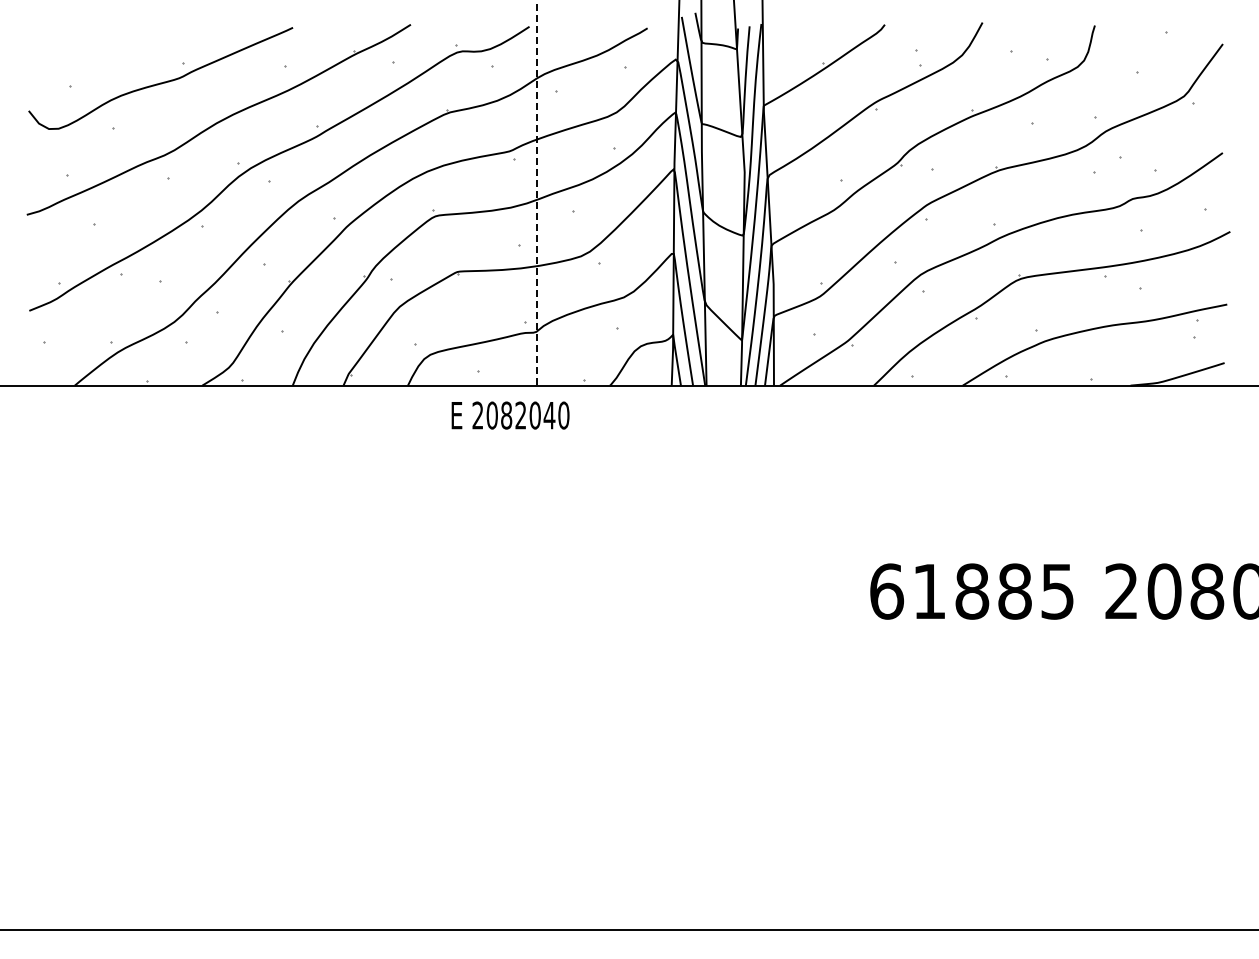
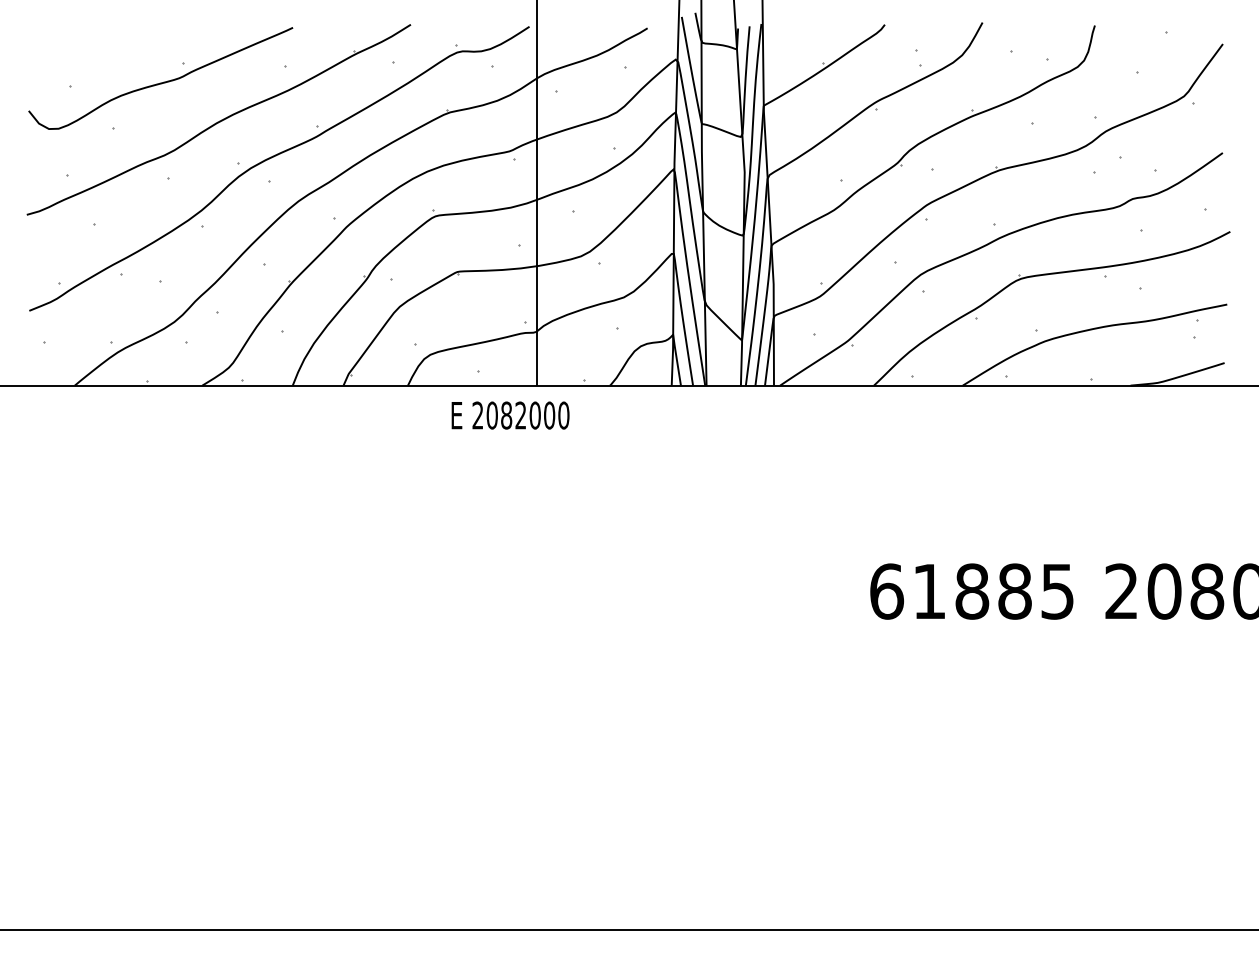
line at (536, 193): dashed -> solid
text at (549, 415): 2082040 -> 2082000
